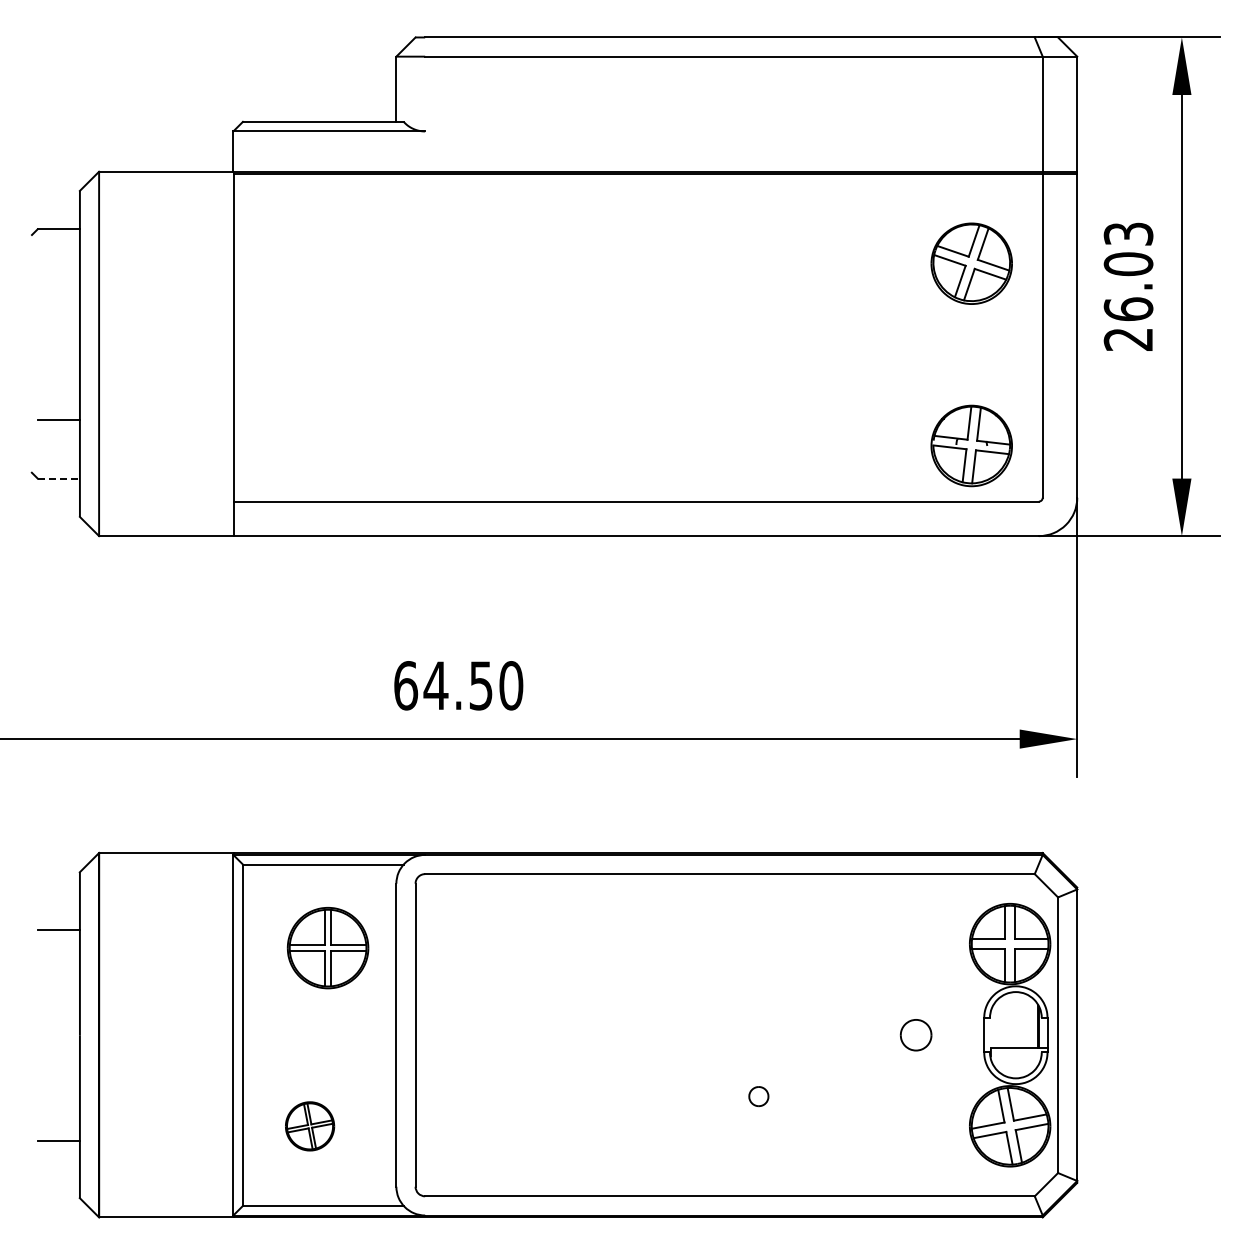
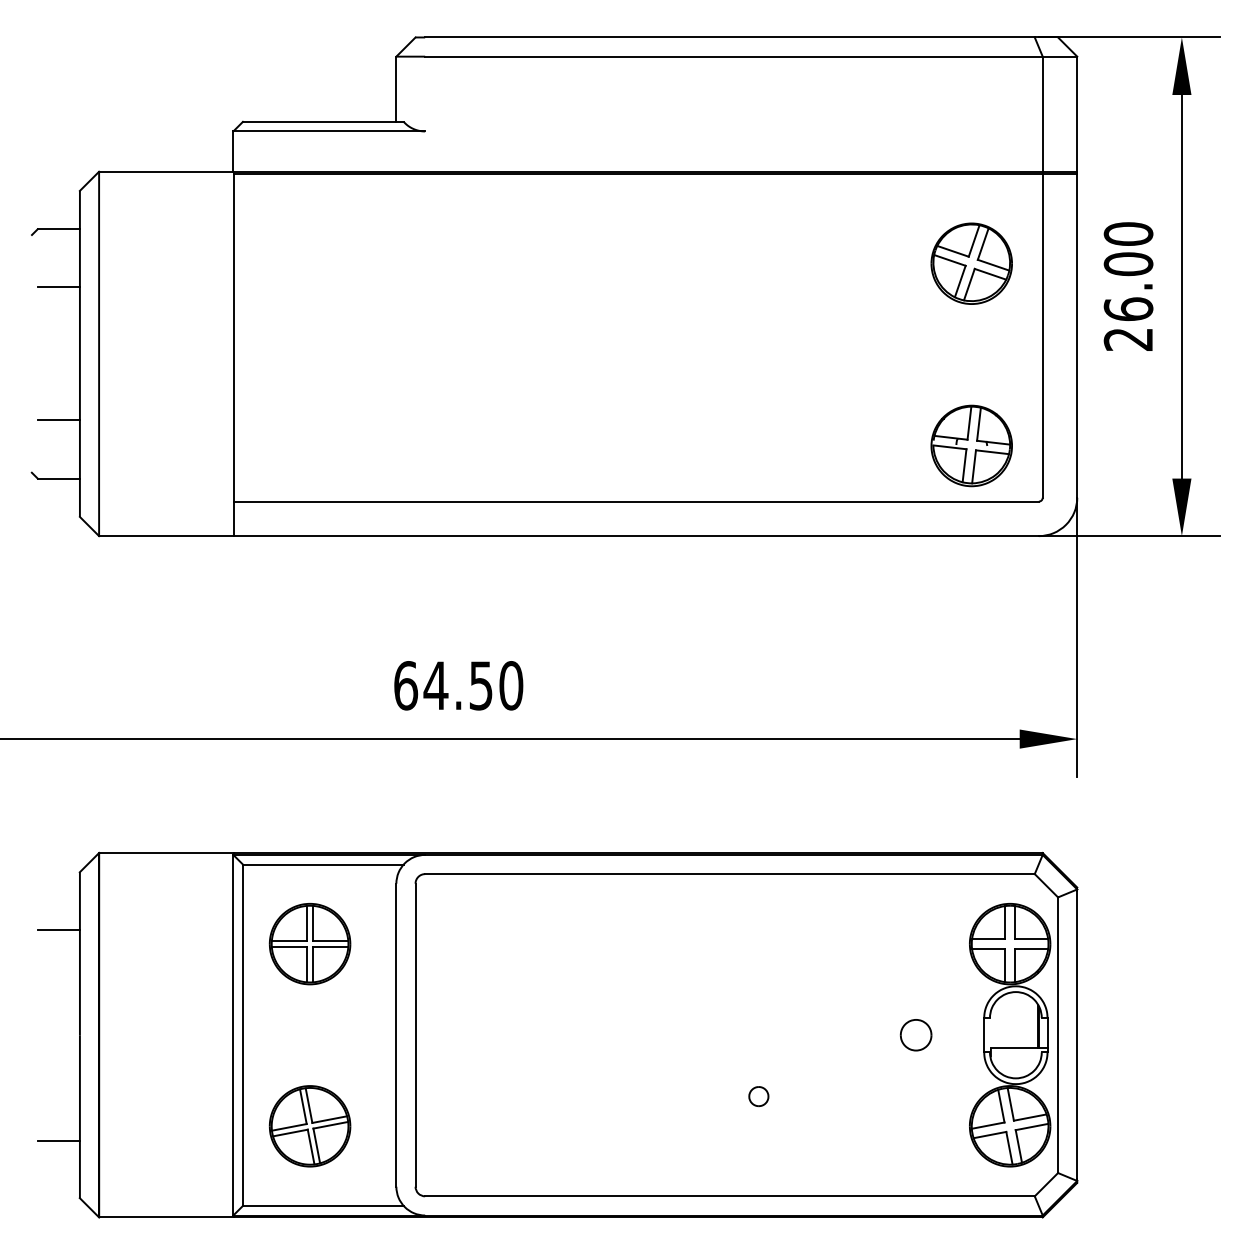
text at (1128, 233): 26.03 -> 26.00
line at (58, 287): none -> present
line at (59, 478): dashed -> solid
part at (327, 948) position: (327, 948) -> (309, 944)
part at (310, 1126) size: 51x51 px -> 84x83 px
